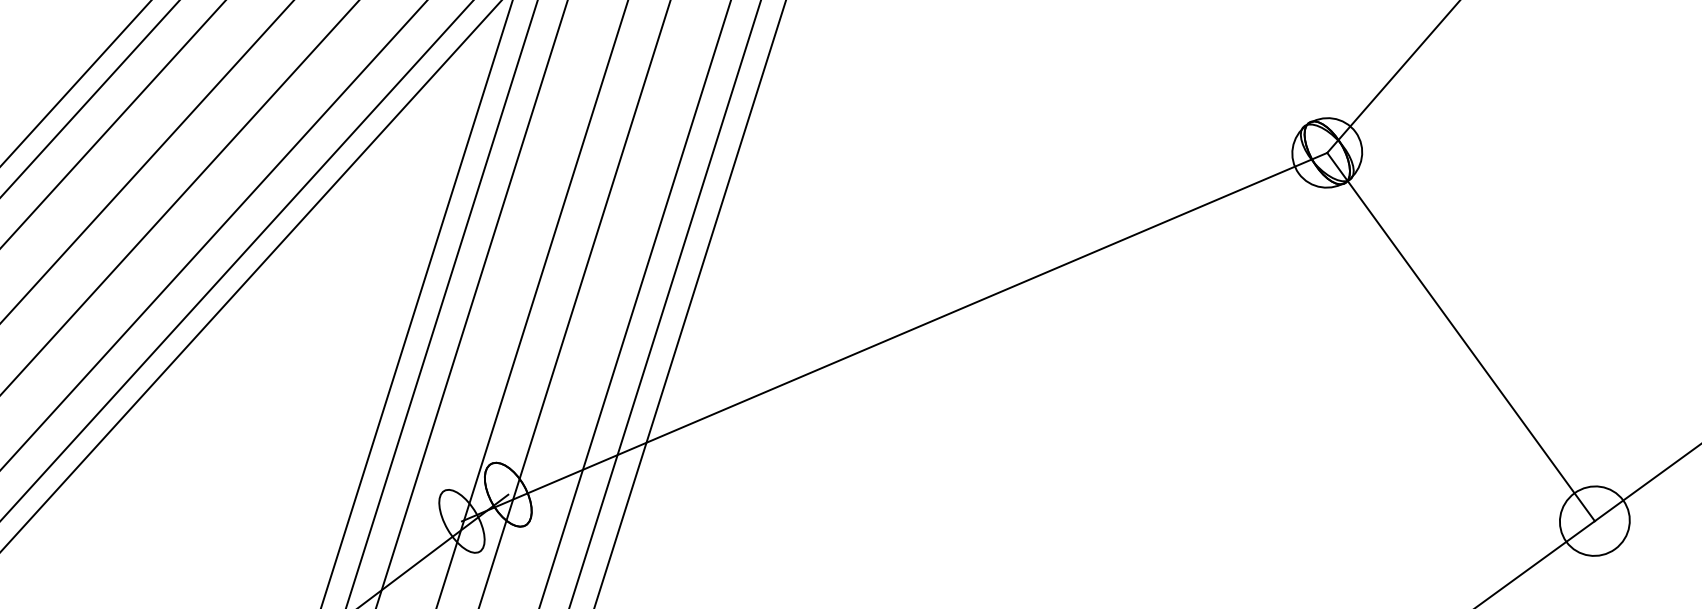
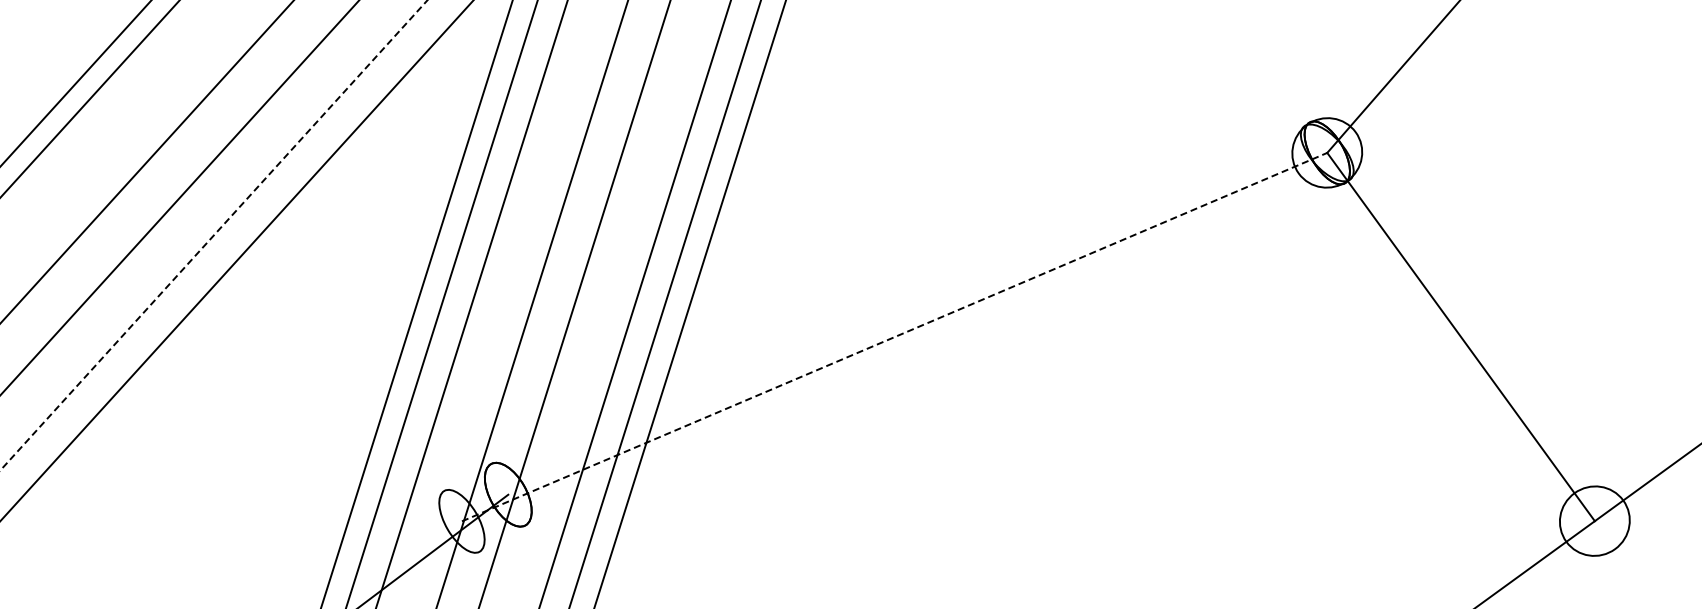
line at (112, 124): present -> none
line at (214, 235): solid -> dashed
line at (251, 276): present -> none
line at (895, 336): solid -> dashed
